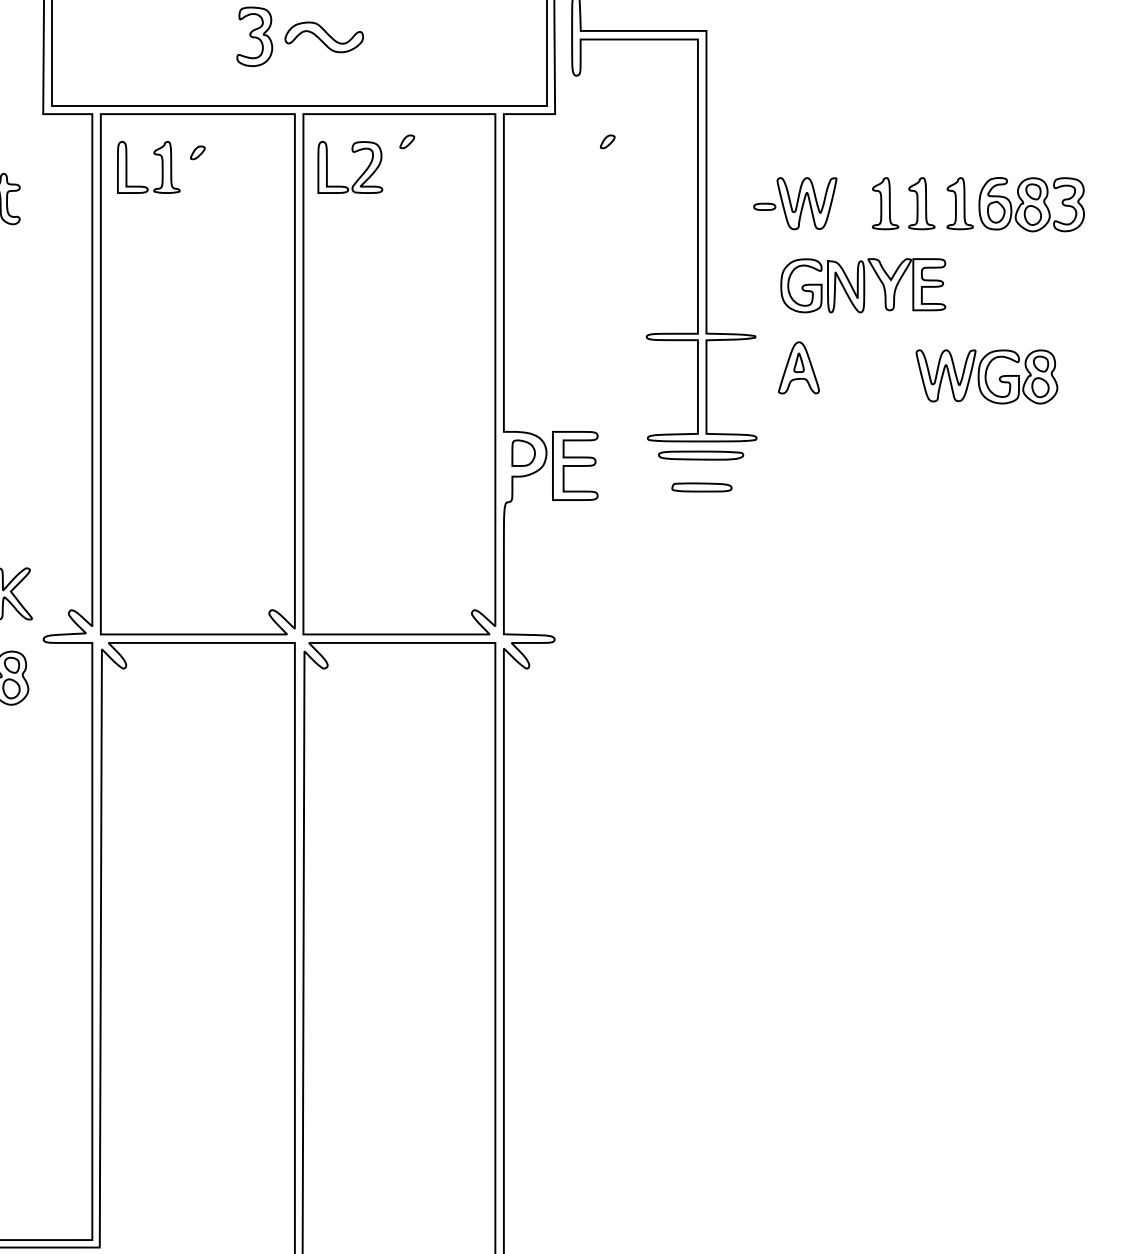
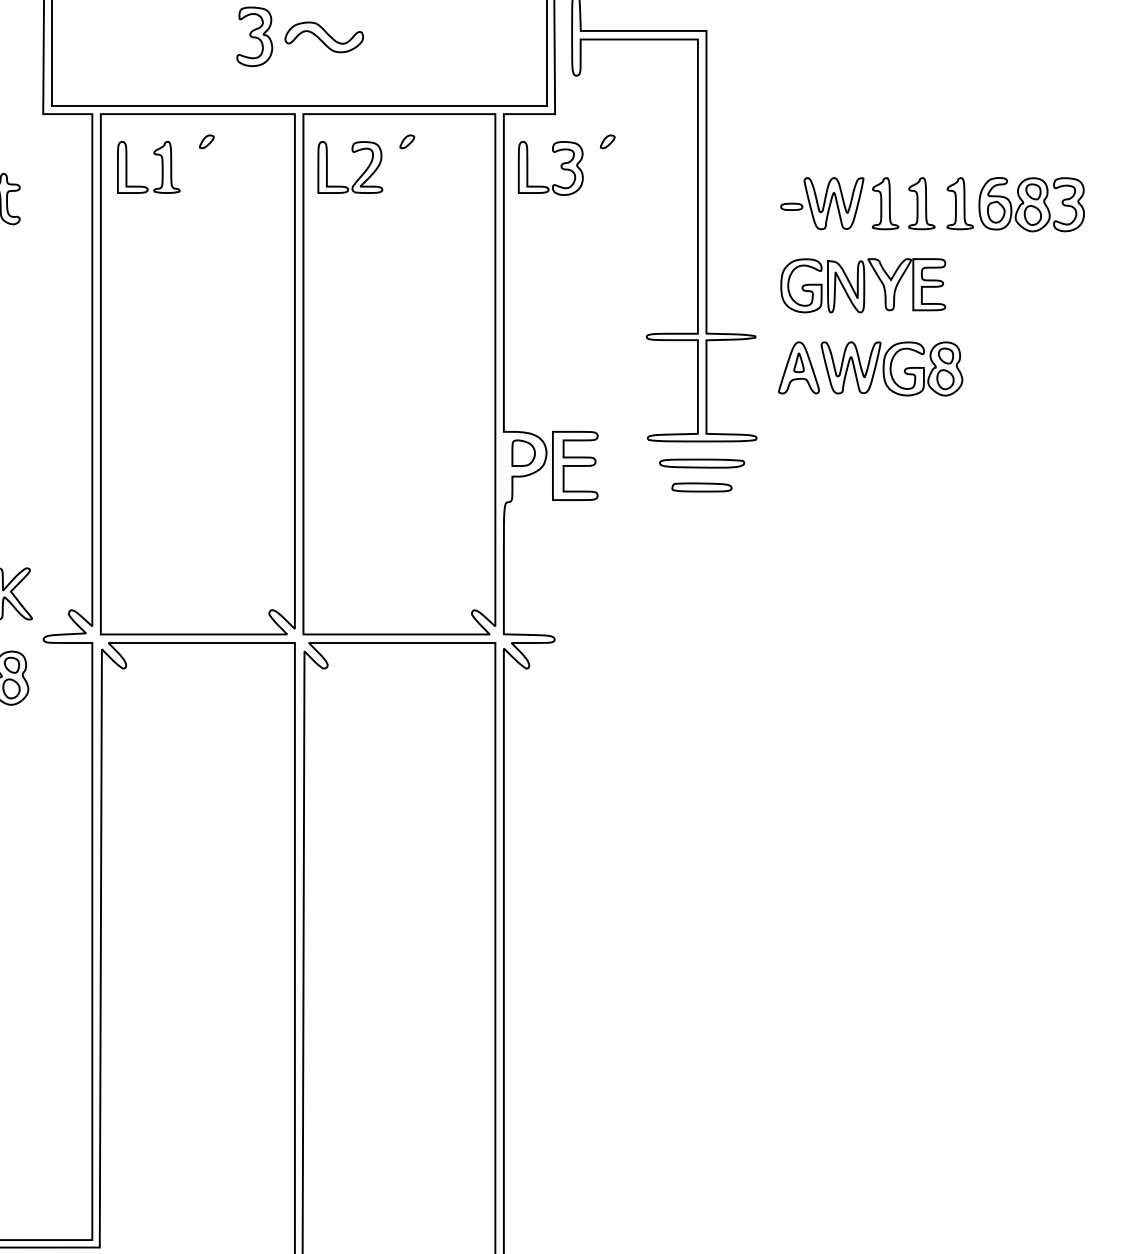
part at (197, 152) position: (197, 152) -> (206, 141)
part at (560, 167): none -> present
part at (795, 203) position: (795, 203) -> (822, 203)
part at (986, 376) position: (986, 376) -> (891, 368)
part at (701, 455) position: (701, 455) -> (702, 463)
